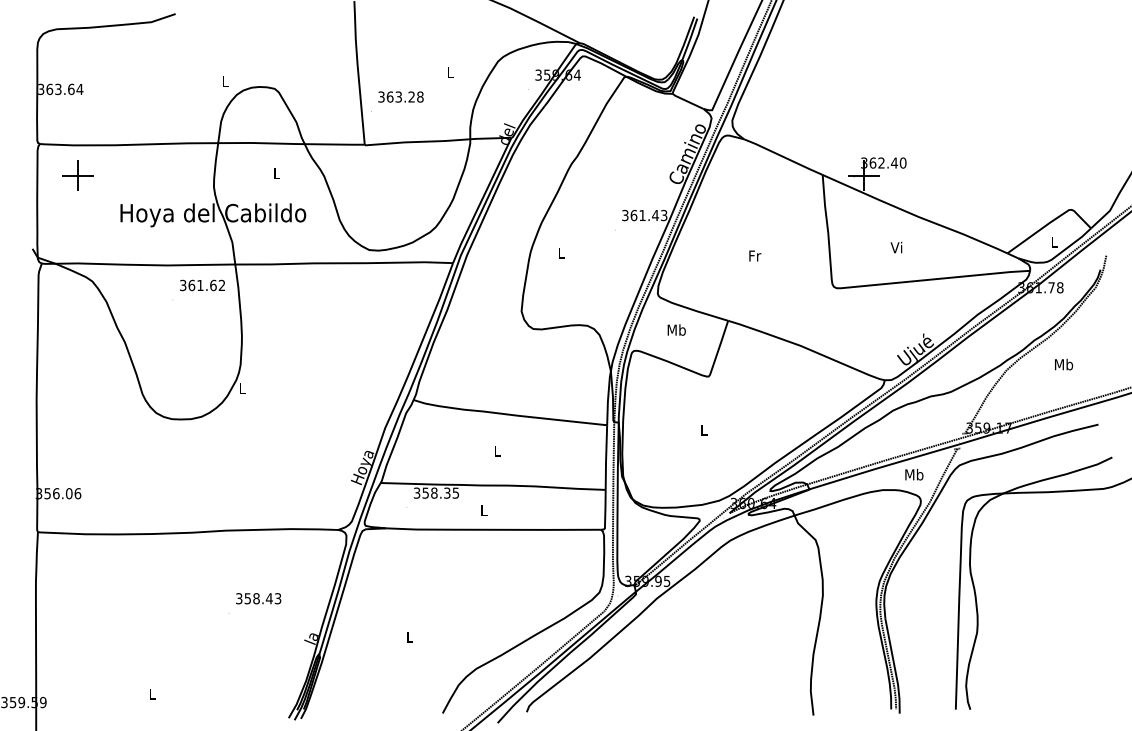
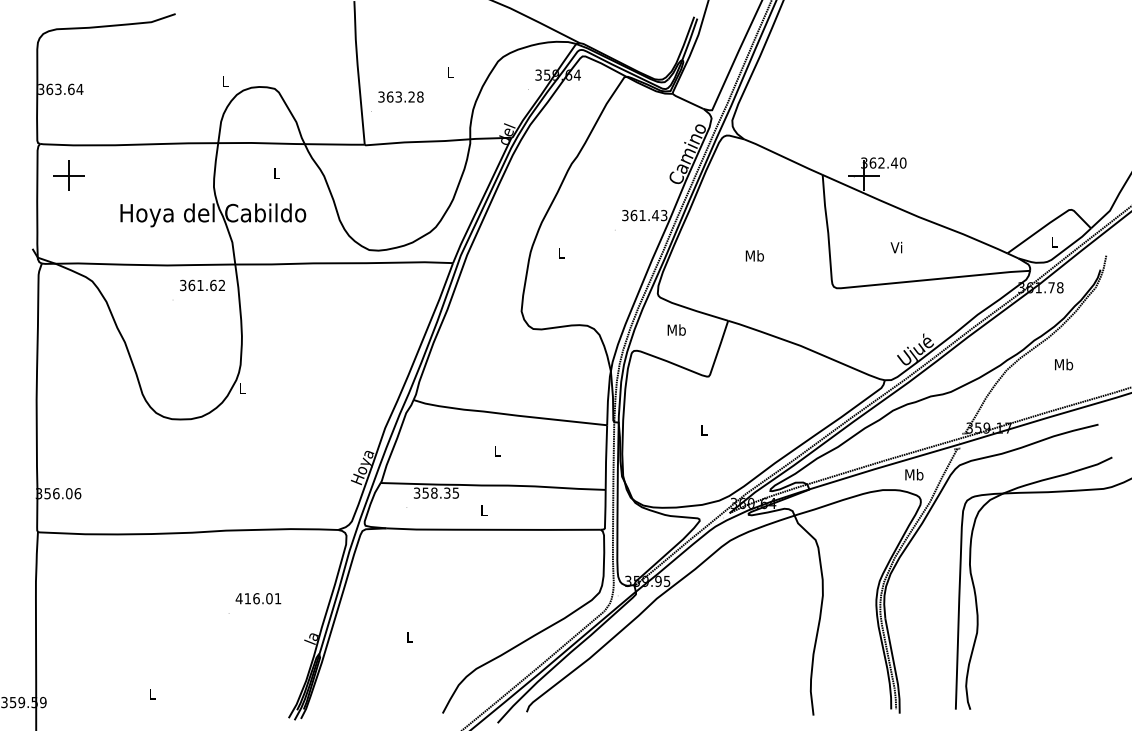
part at (77, 175) position: (77, 175) -> (68, 175)
text at (754, 255): Fr -> Mb
text at (258, 598): 358.43 -> 416.01
